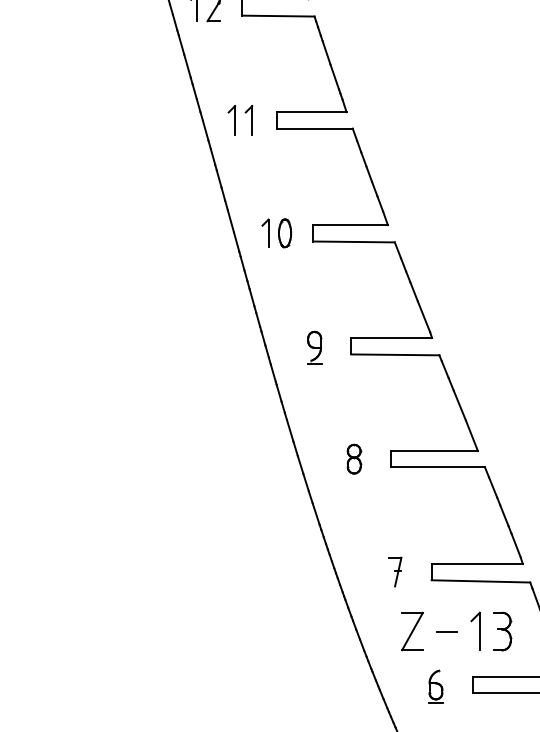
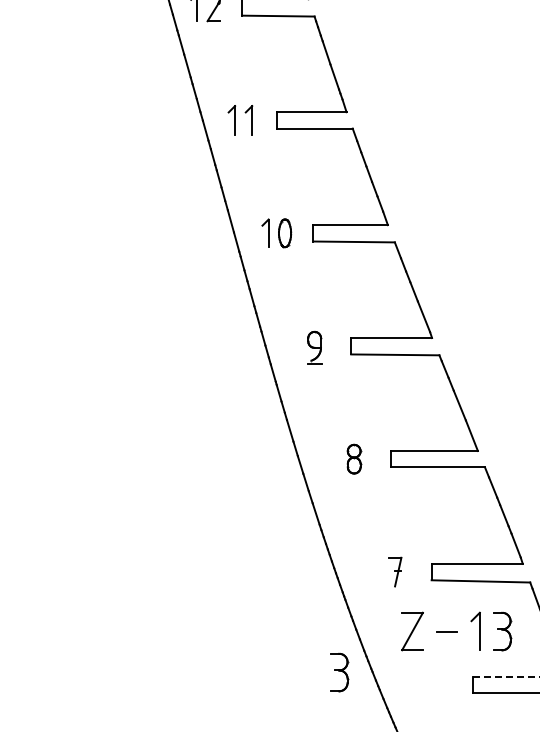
part at (339, 672): none -> present
line at (506, 676): solid -> dashed
part at (435, 686): present -> none
